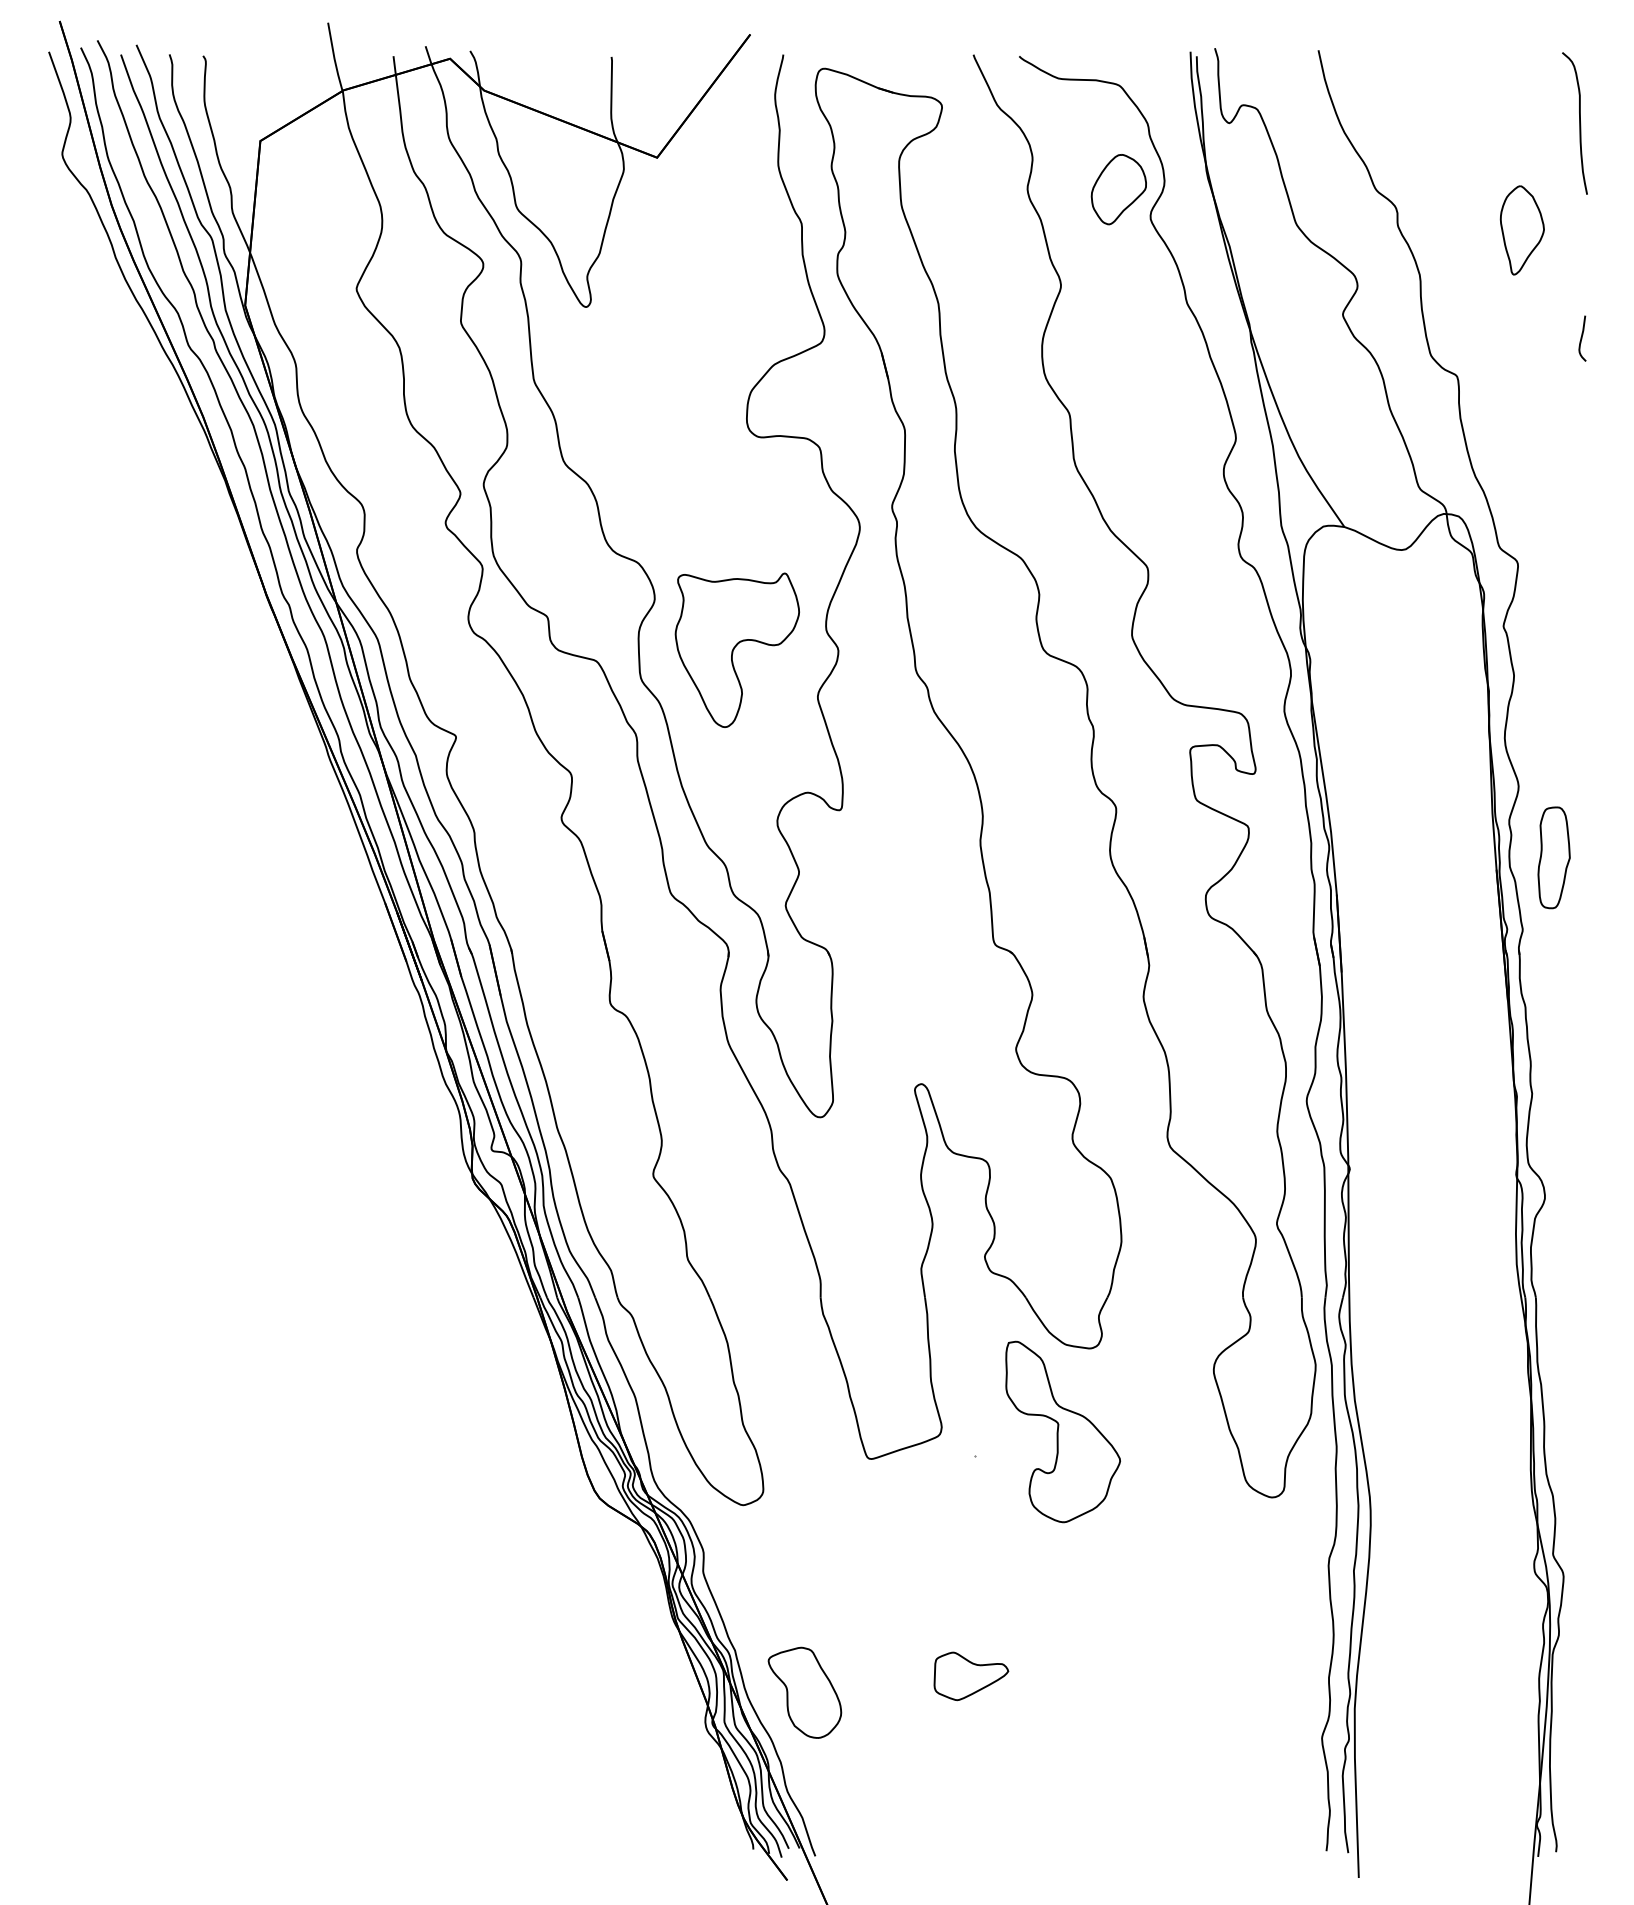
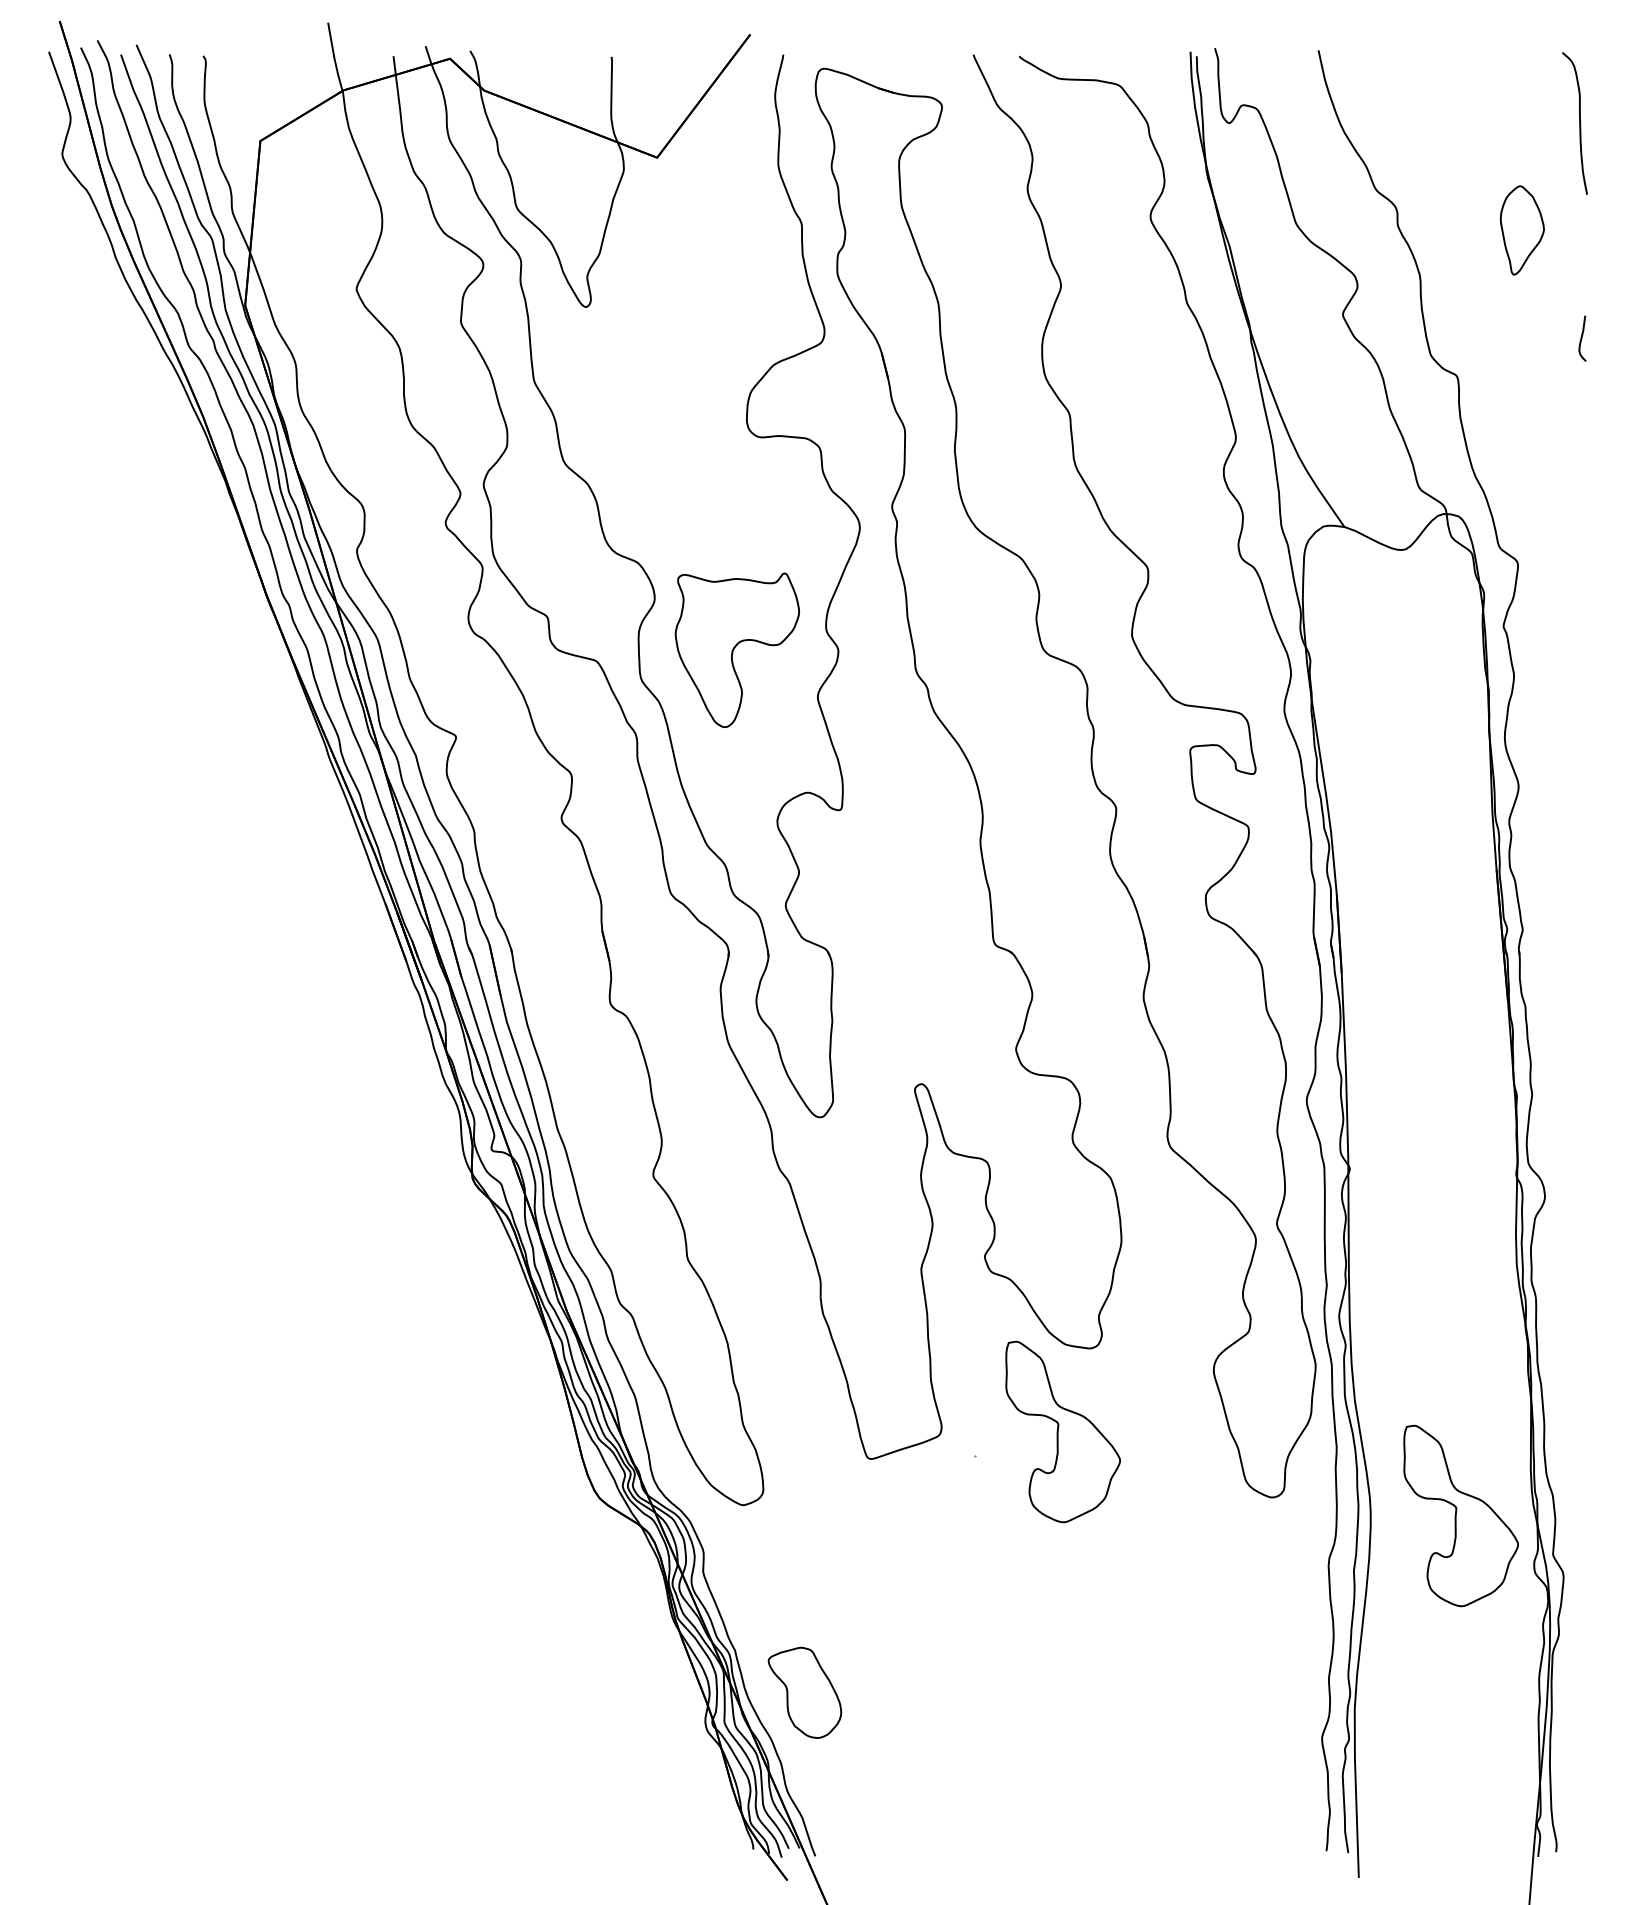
part at (1118, 189): present -> none
part at (1553, 857): present -> none
part at (1460, 1515): none -> present
part at (971, 1676): present -> none
